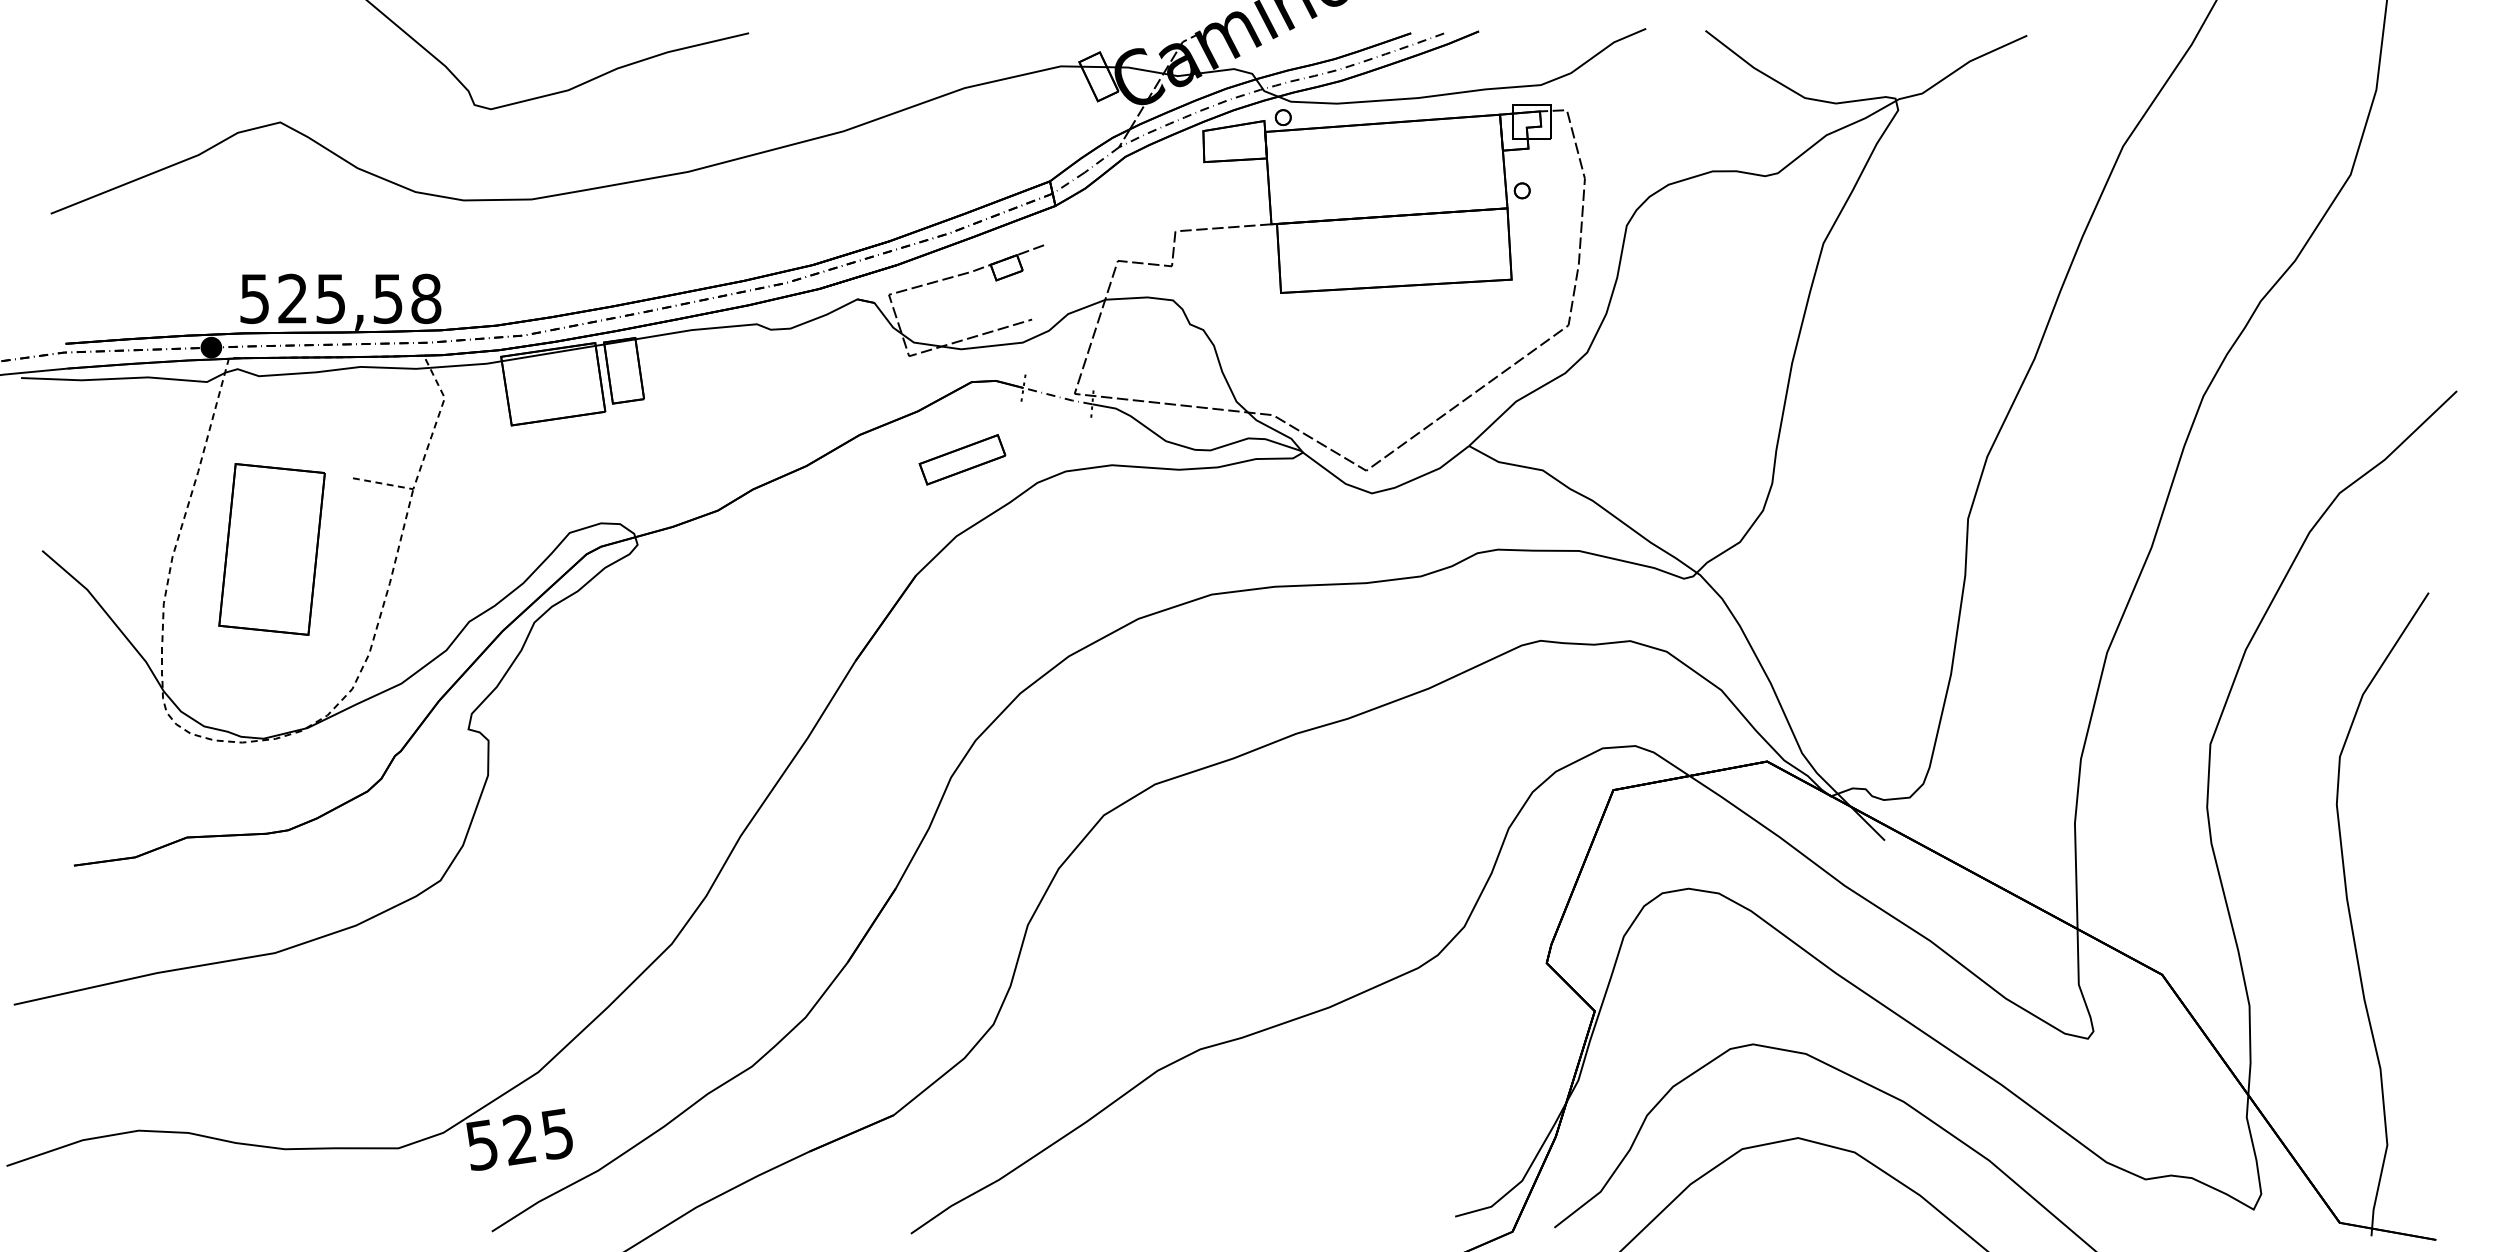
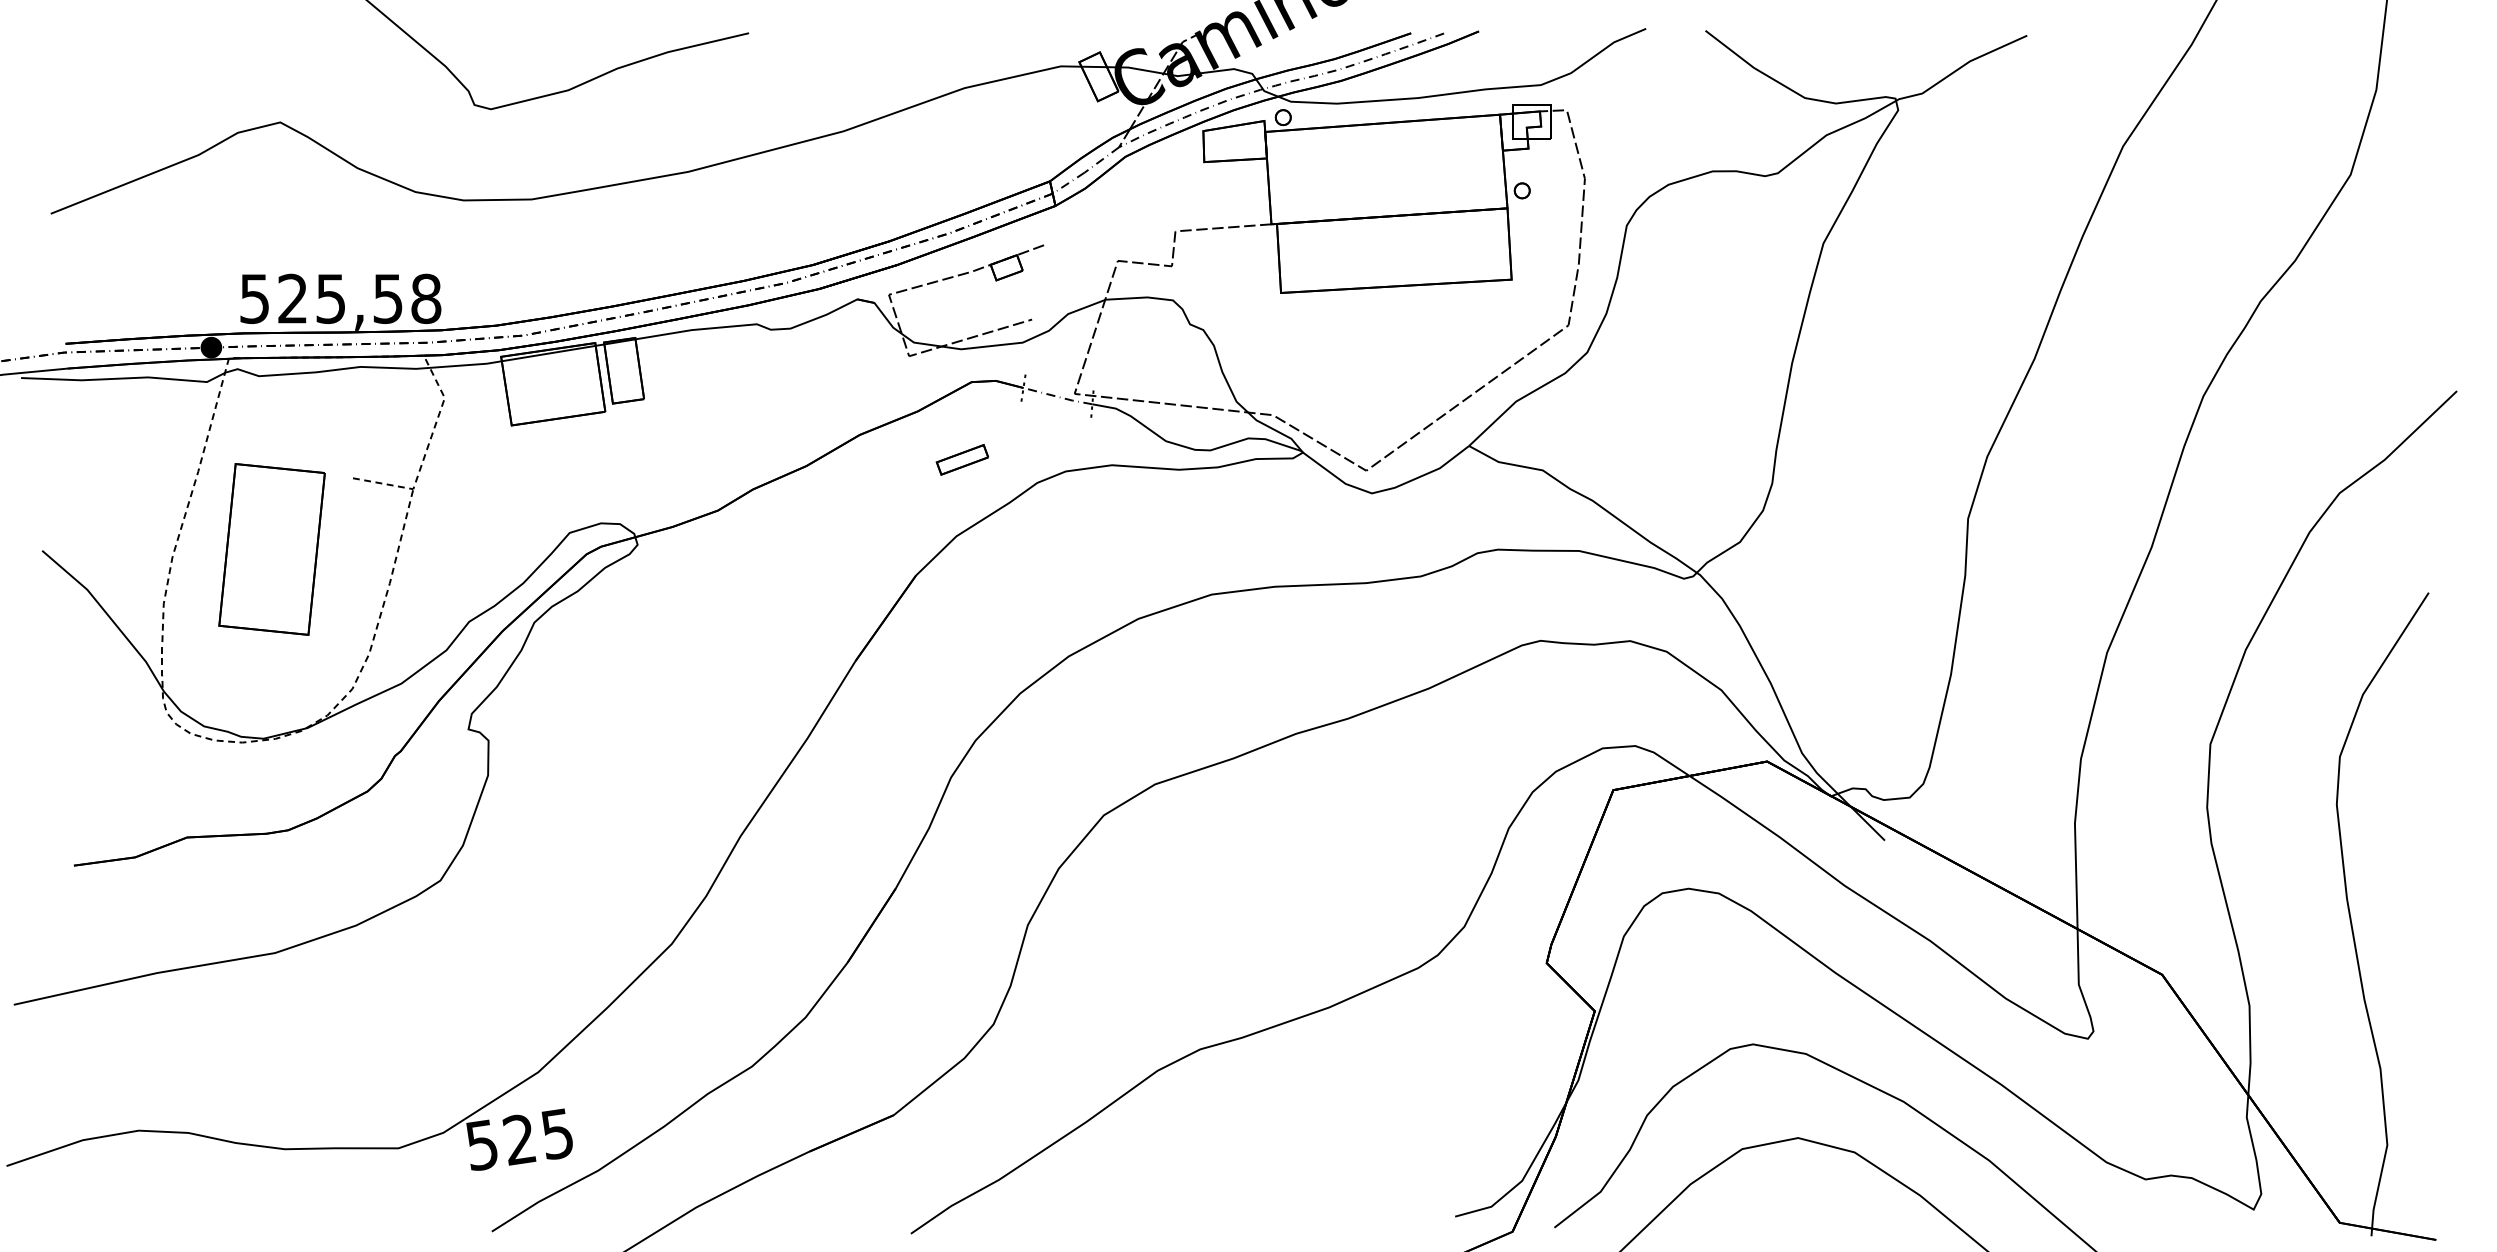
part at (962, 459) size: 89x52 px -> 54x32 px
